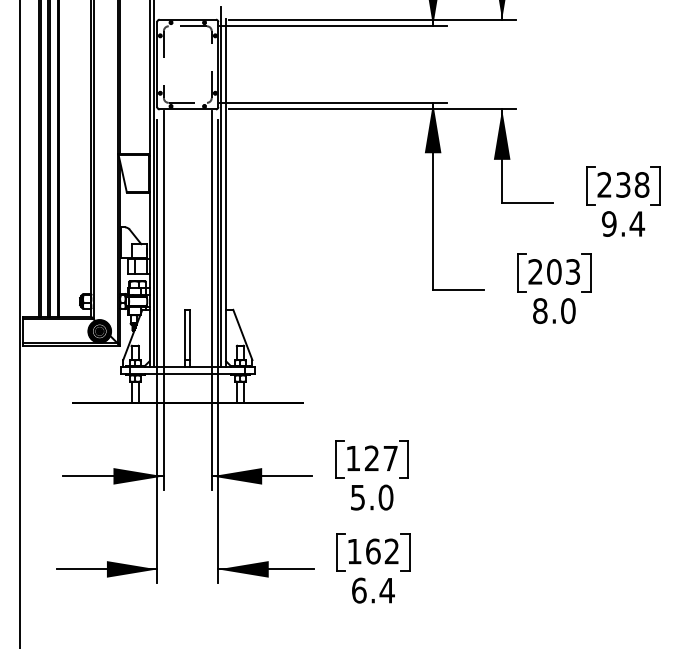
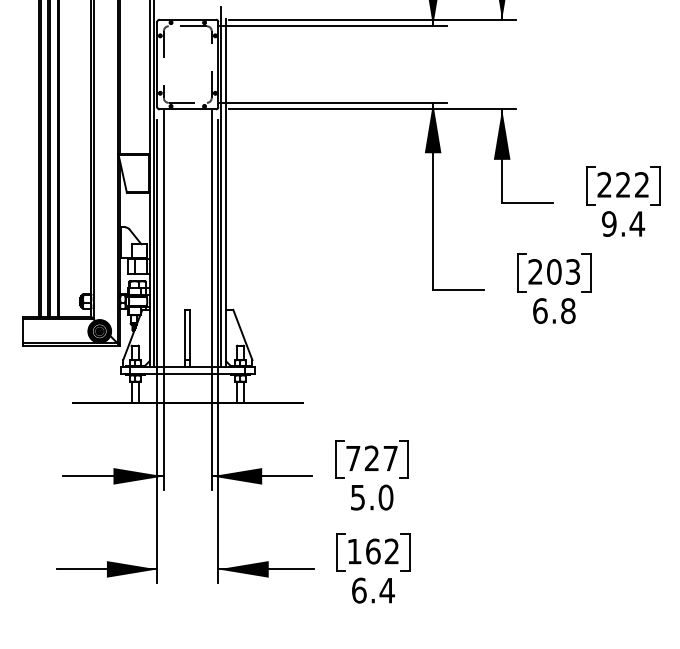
text at (632, 184): 238 -> 222
text at (554, 310): 8.0 -> 6.8
line at (20, 323): present -> none
text at (353, 458): 127 -> 727
